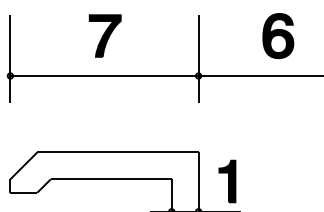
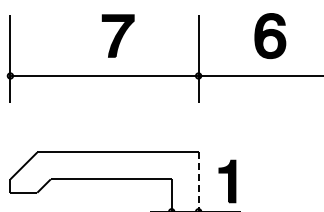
part at (104, 35) position: (104, 35) -> (117, 35)
part at (278, 36) position: (278, 36) -> (270, 36)
line at (198, 182): solid -> dashed
